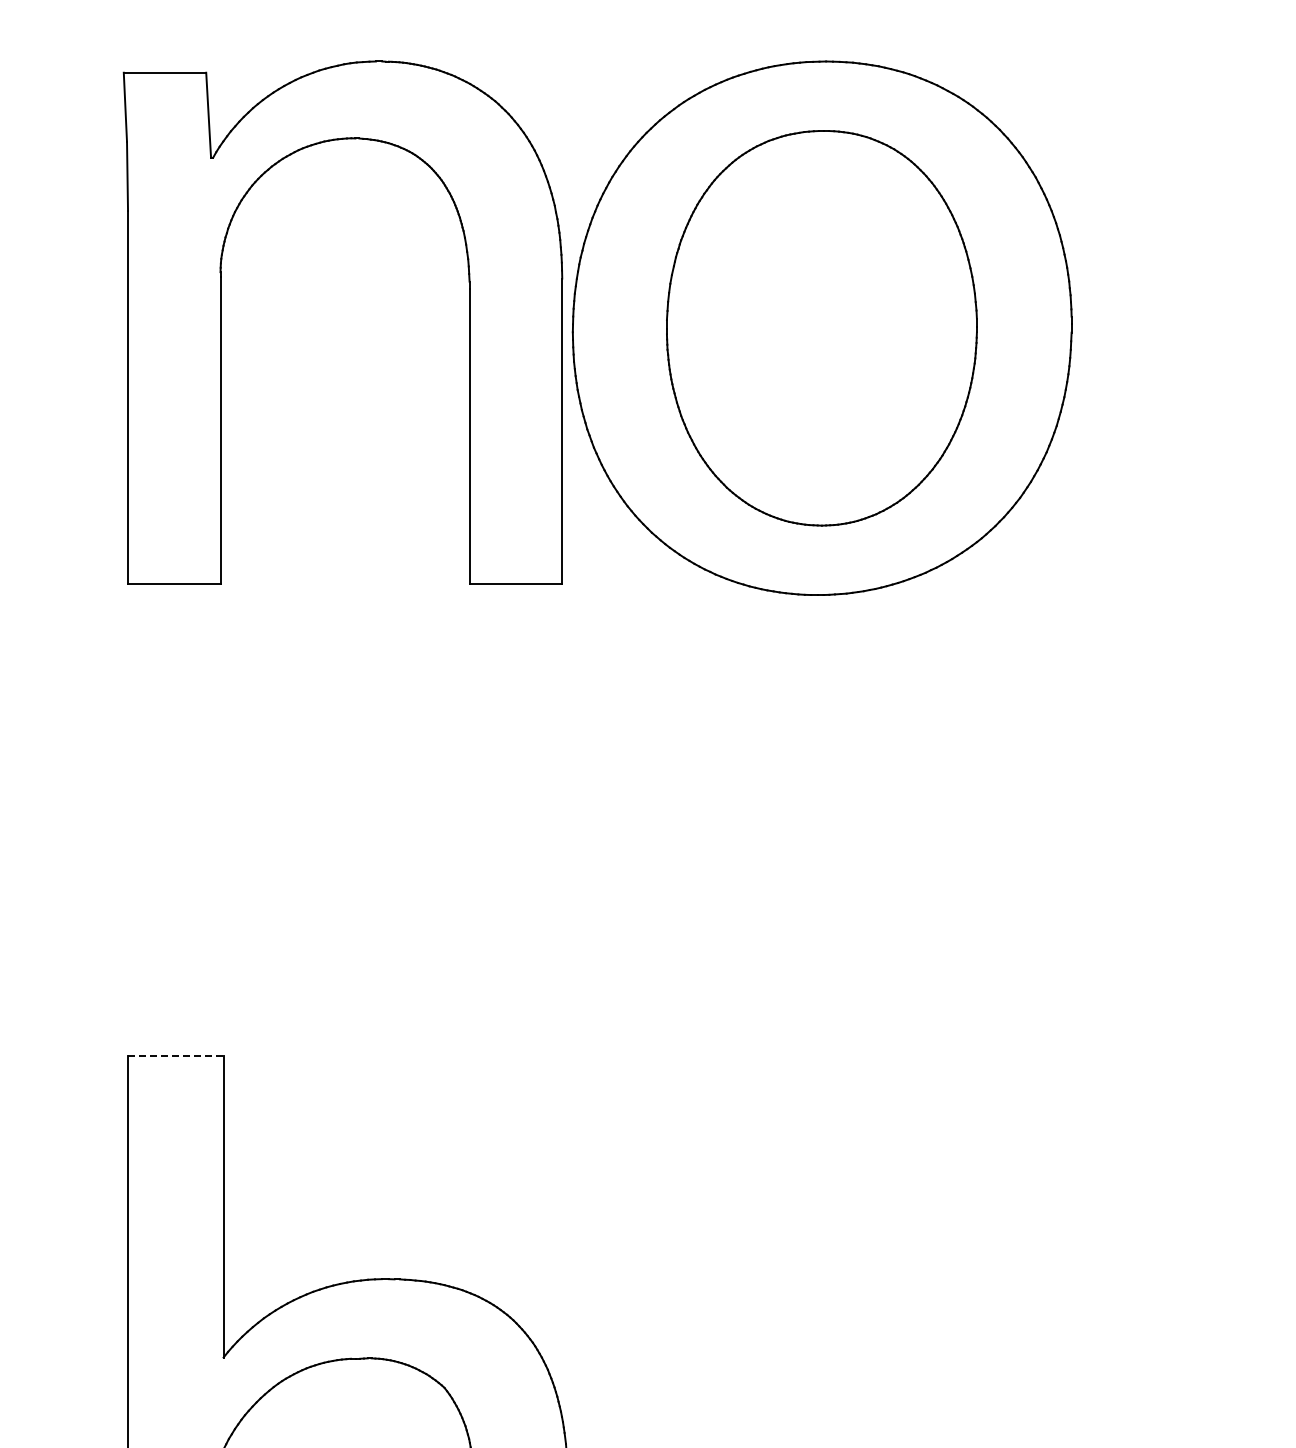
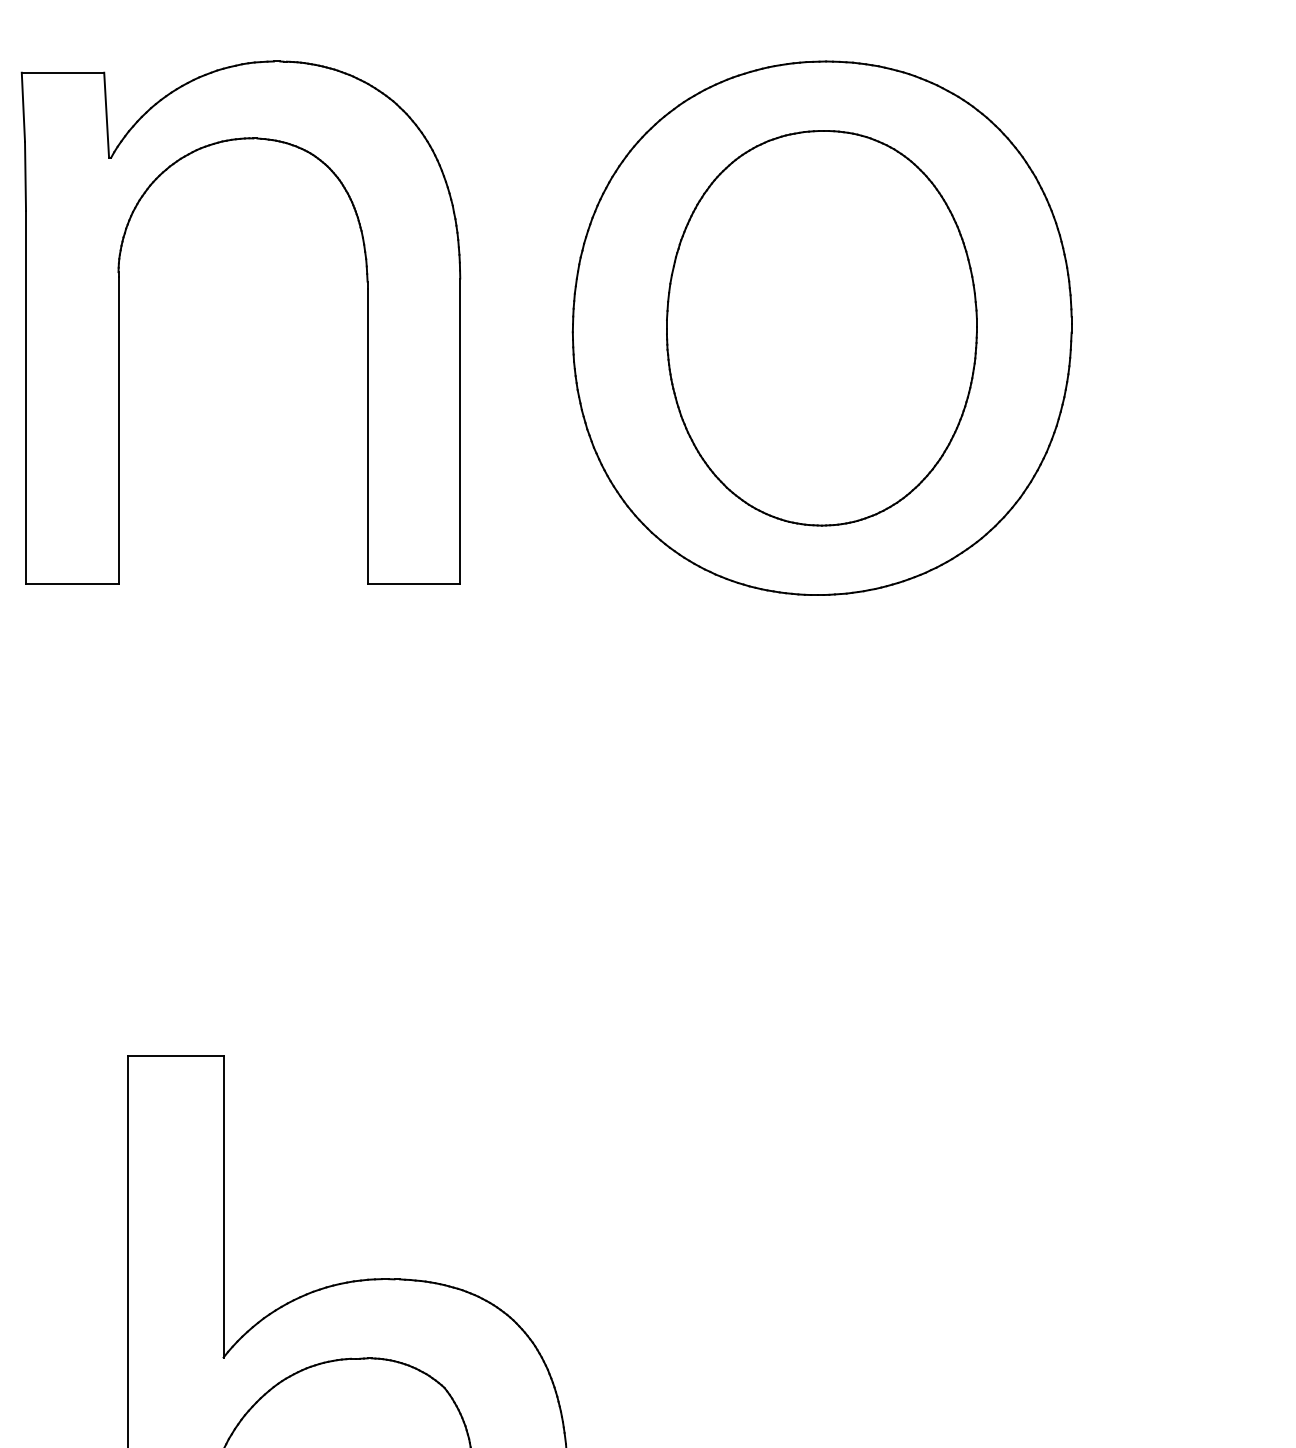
part at (221, 322) position: (221, 322) -> (119, 322)
line at (175, 1055): dashed -> solid
